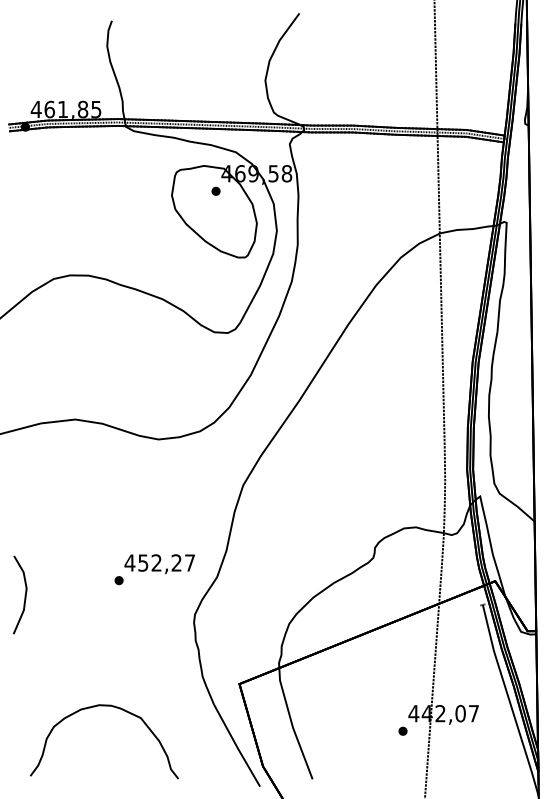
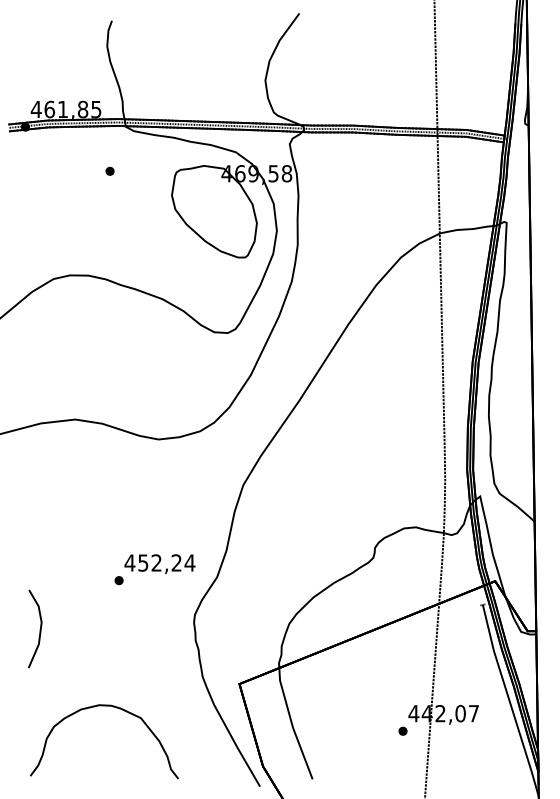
part at (215, 190) position: (215, 190) -> (109, 170)
text at (189, 562): 452,27 -> 452,24
line at (24, 595) position: (24, 595) -> (39, 629)
